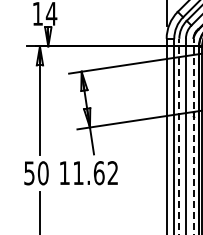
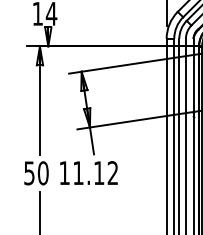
line at (179, 136): dashed -> solid
line at (193, 136): dashed -> solid
text at (98, 173): 11.62 -> 11.12
